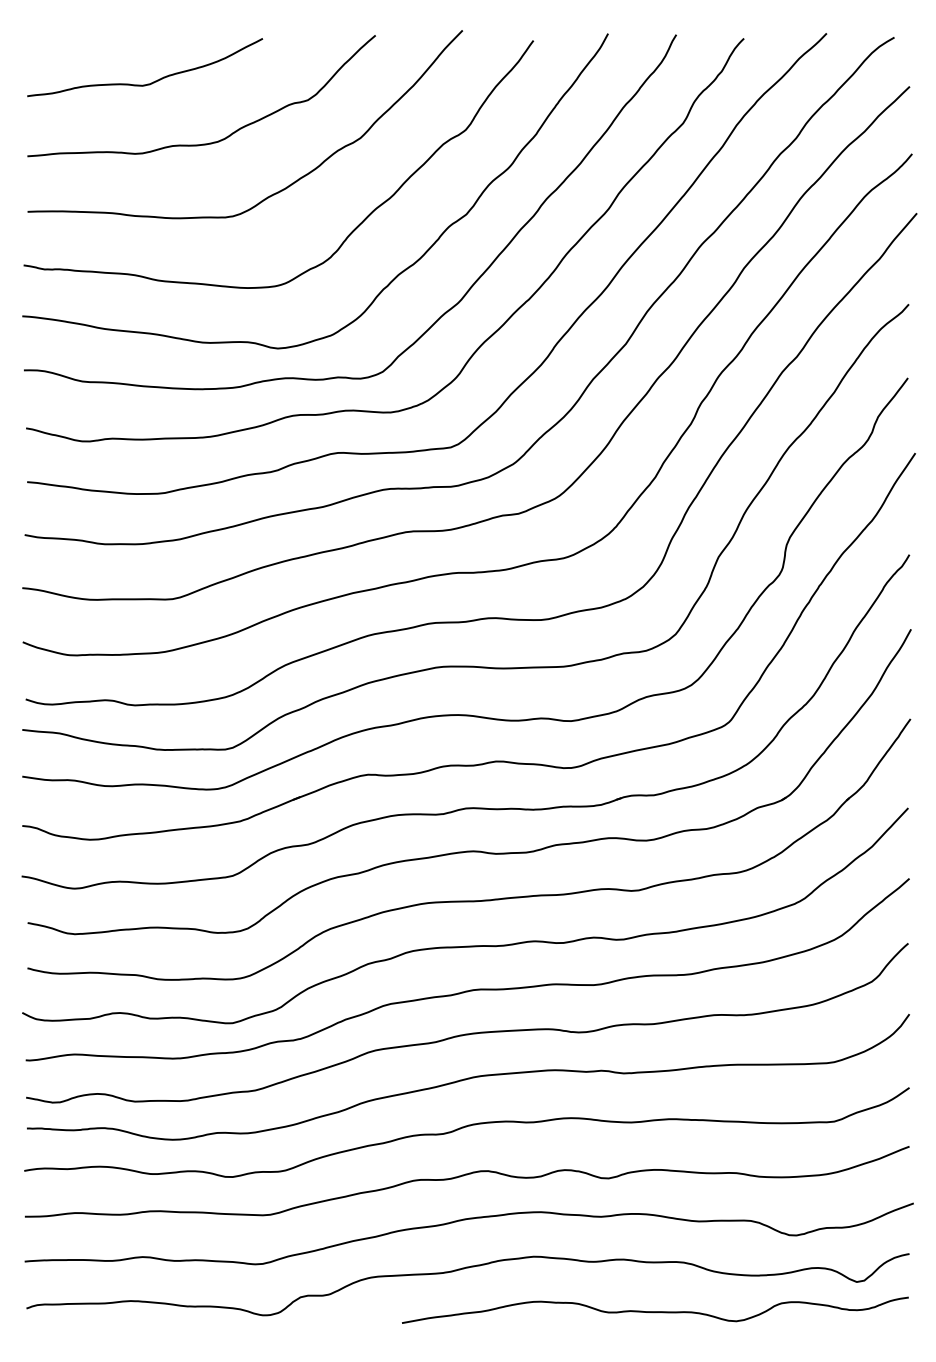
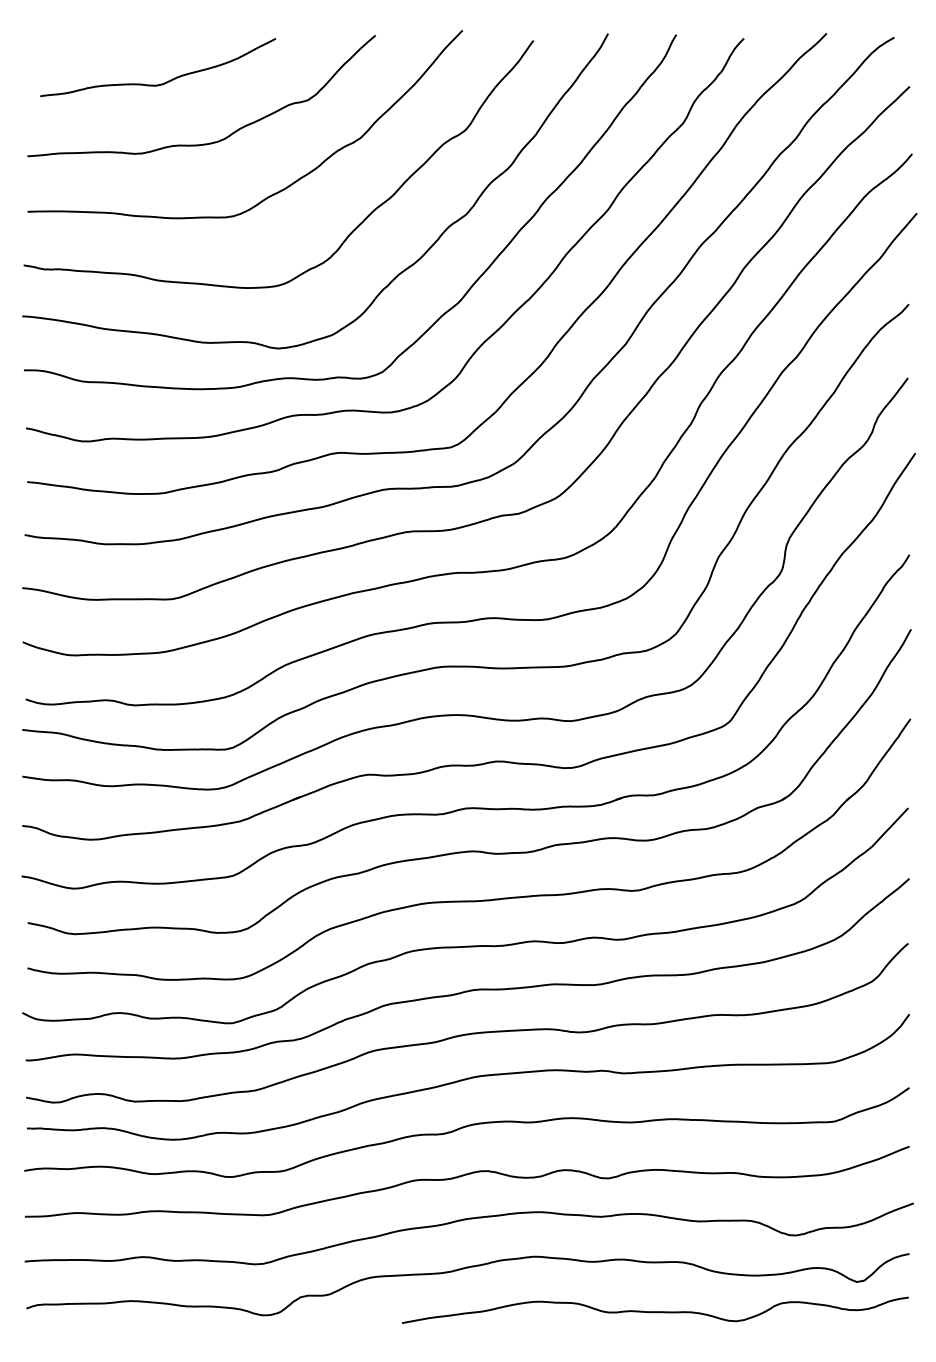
curve at (153, 81) position: (153, 81) -> (166, 81)
